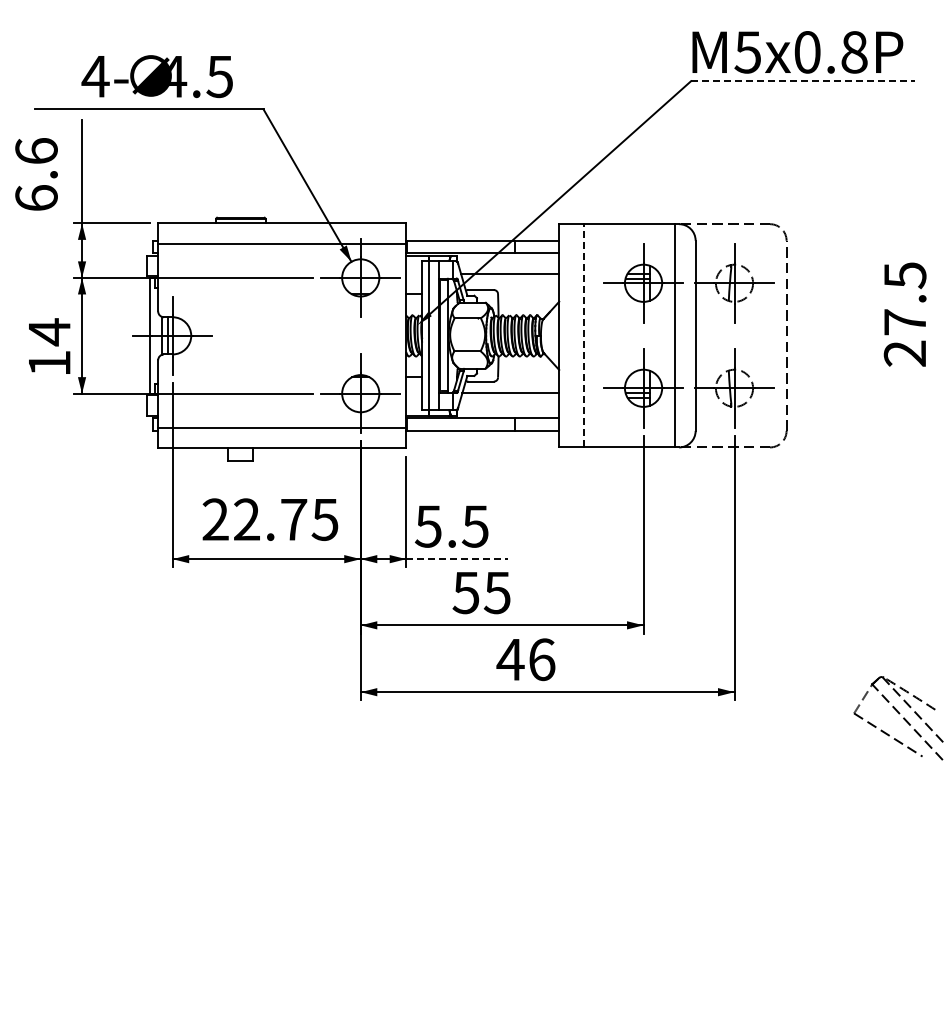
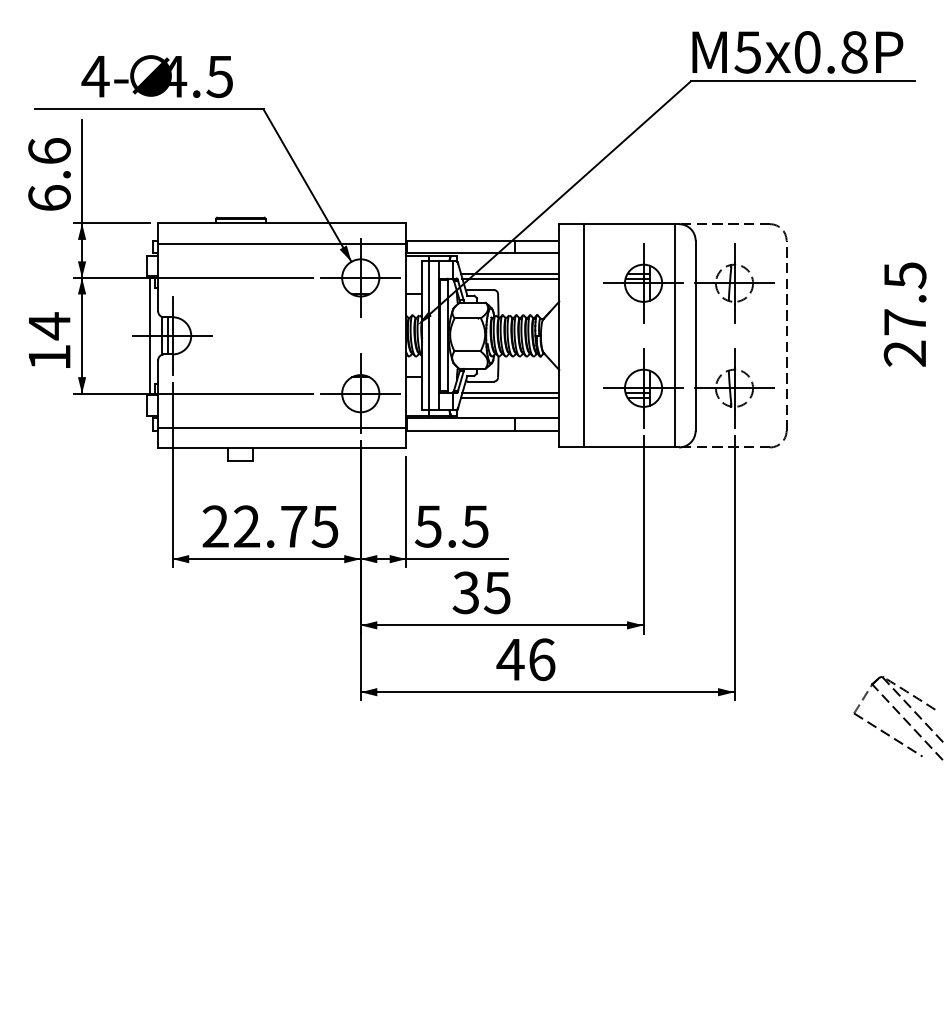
line at (803, 81): dashed -> solid
text at (36, 174) position: (36, 174) -> (49, 174)
line at (510, 278): none -> present
line at (584, 335): dashed -> solid
text at (49, 345) position: (49, 345) -> (49, 339)
line at (510, 397): none -> present
text at (270, 519) position: (270, 519) -> (270, 526)
line at (456, 559): dashed -> solid
text at (466, 592): 55 -> 35
